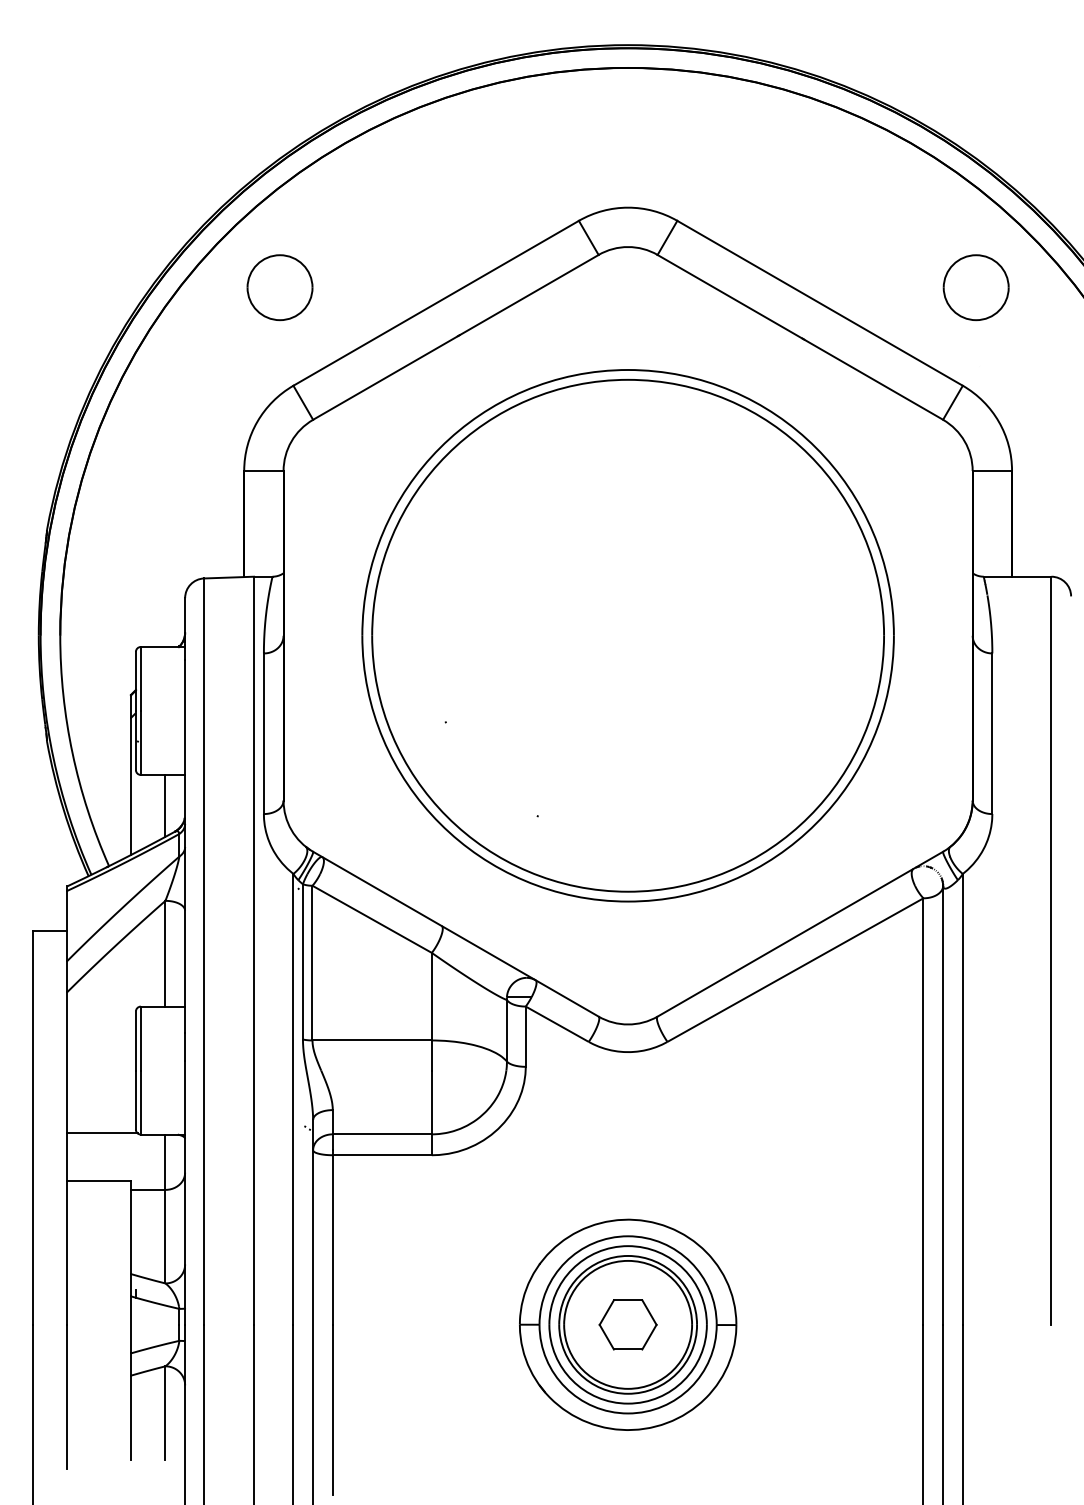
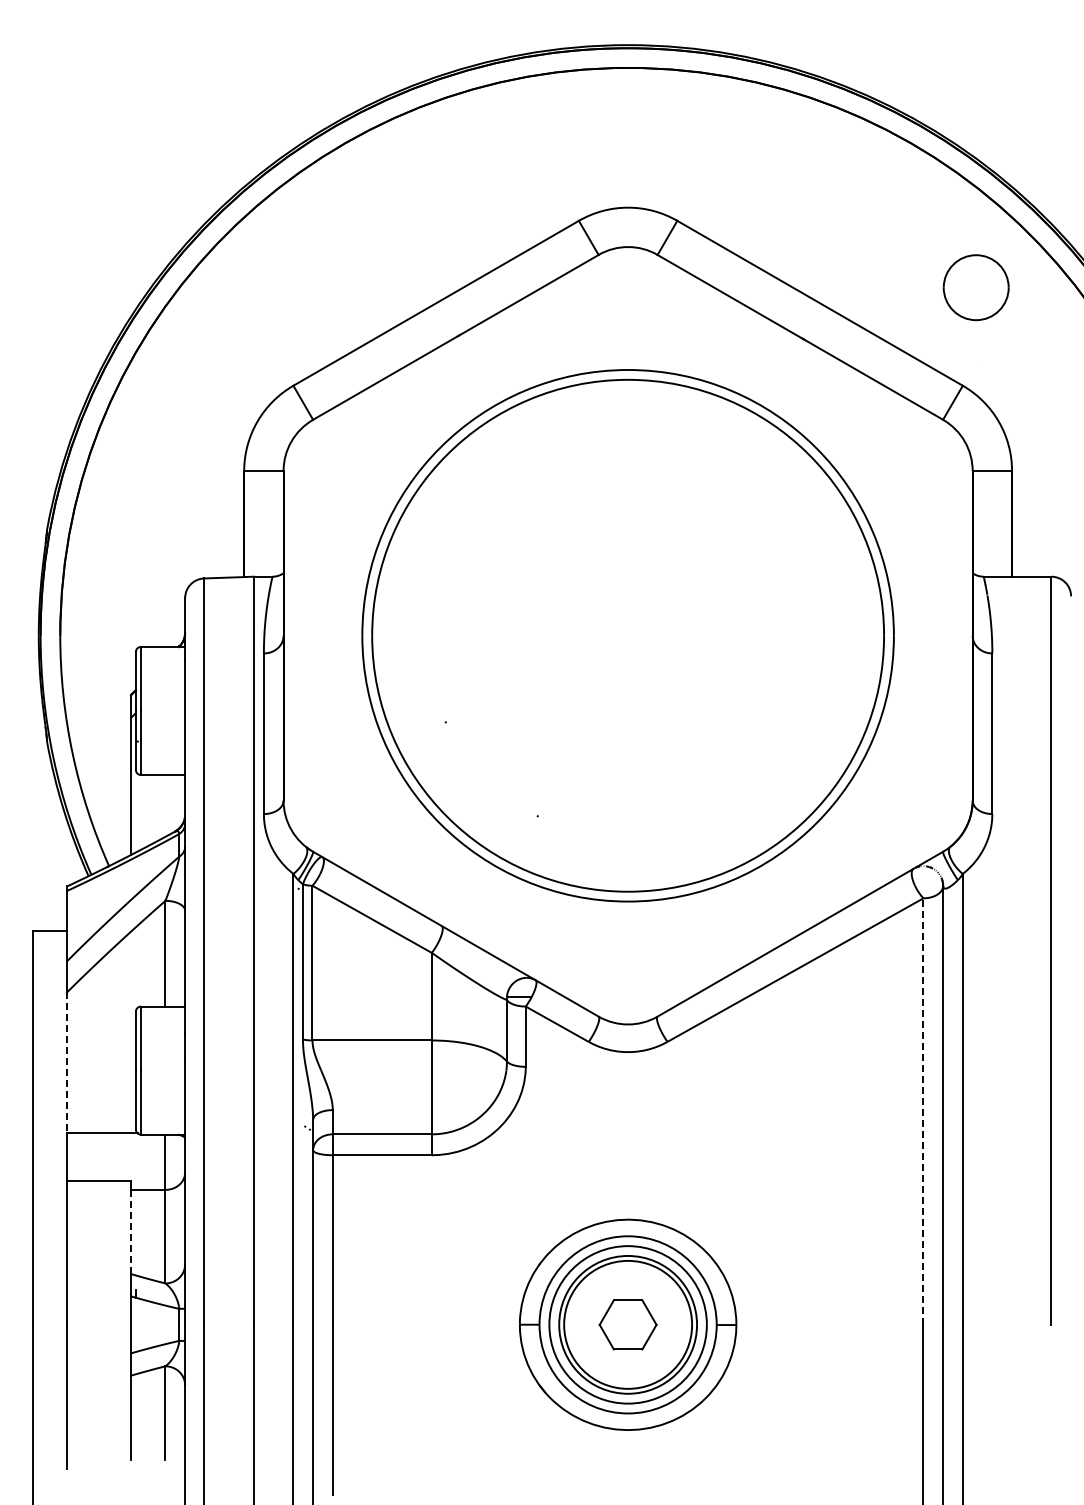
part at (279, 287): present -> none
line at (165, 805): present -> none
line at (67, 1063): solid -> dashed
line at (923, 1111): solid -> dashed
line at (131, 1232): solid -> dashed
